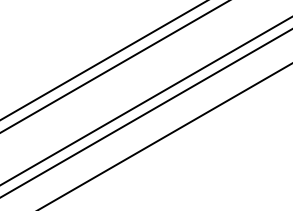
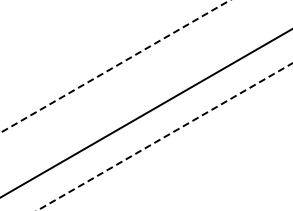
line at (103, 60): present -> none
line at (115, 66): solid -> dashed
line at (145, 101): present -> none
line at (165, 136): solid -> dashed
